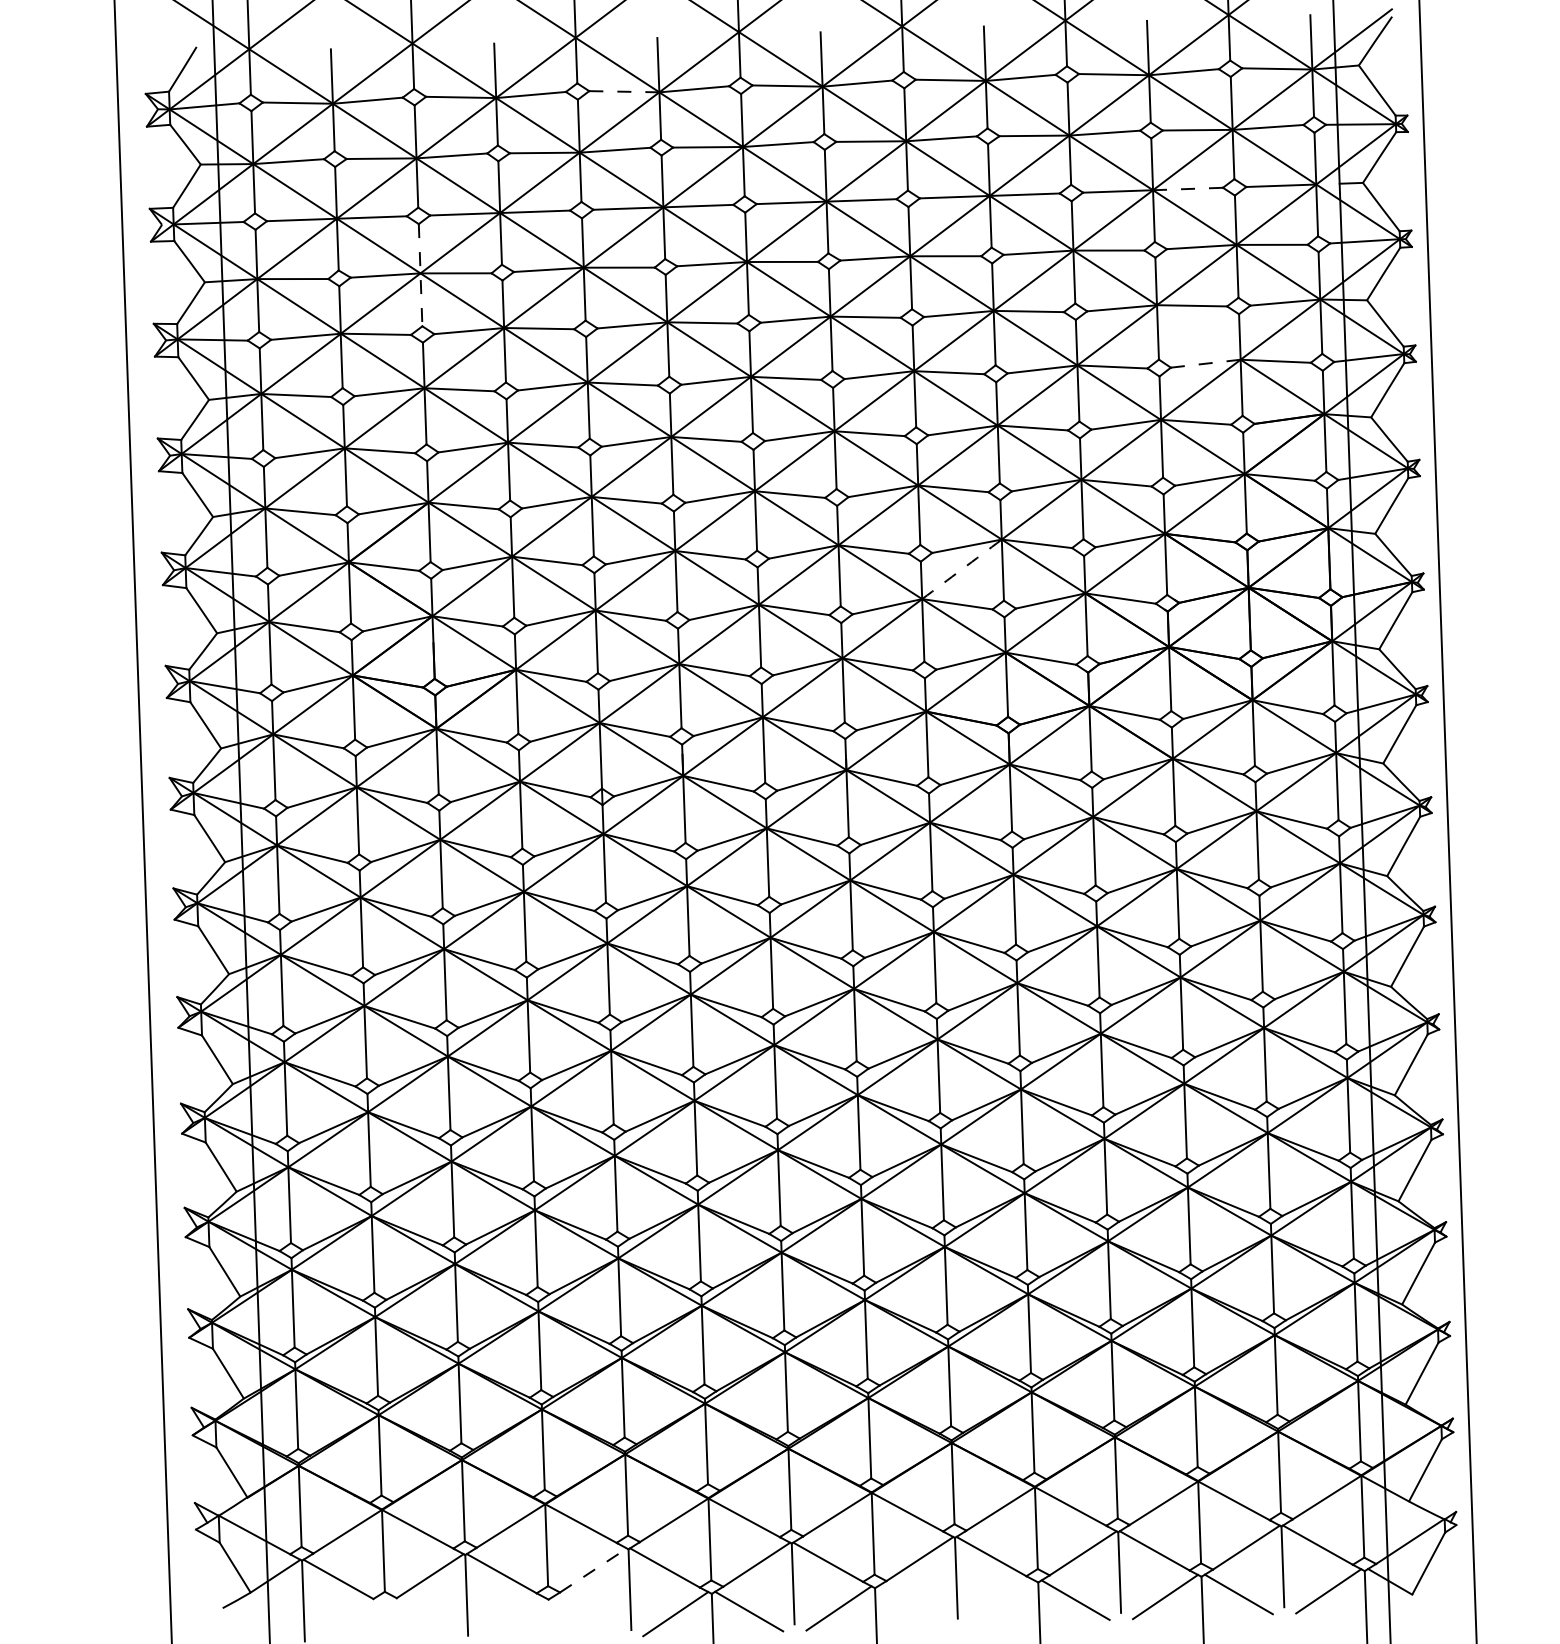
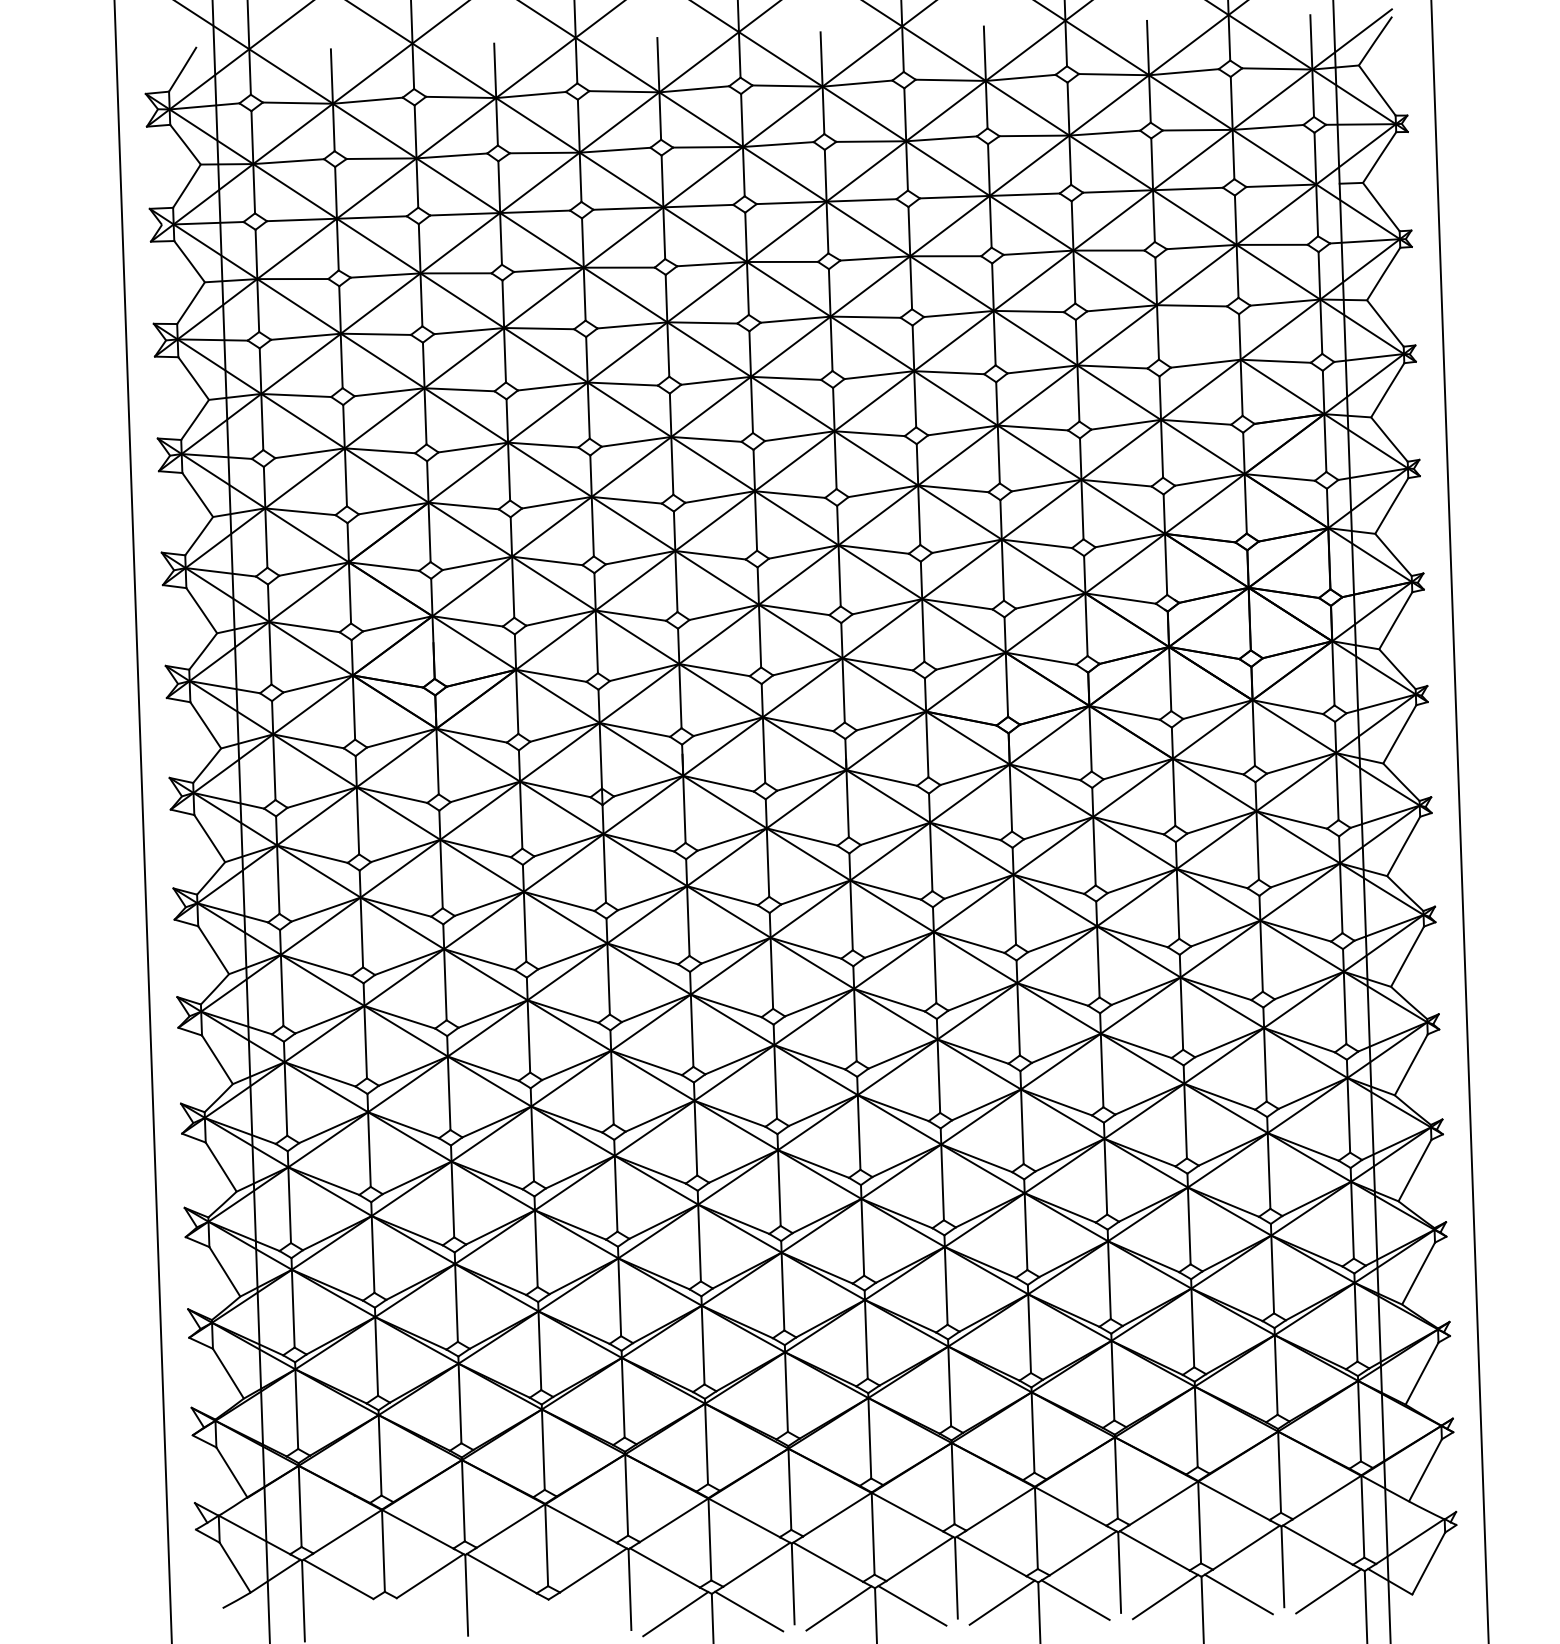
line at (623, 91): dashed -> solid
line at (1188, 189): dashed -> solid
line at (420, 275): dashed -> solid
line at (1206, 363): dashed -> solid
arc at (962, 569): dashed -> solid
line at (1447, 821) position: (1447, 821) -> (1459, 821)
line at (593, 1570): dashed -> solid
line at (1001, 1602): none -> present
line at (912, 1605): none -> present
